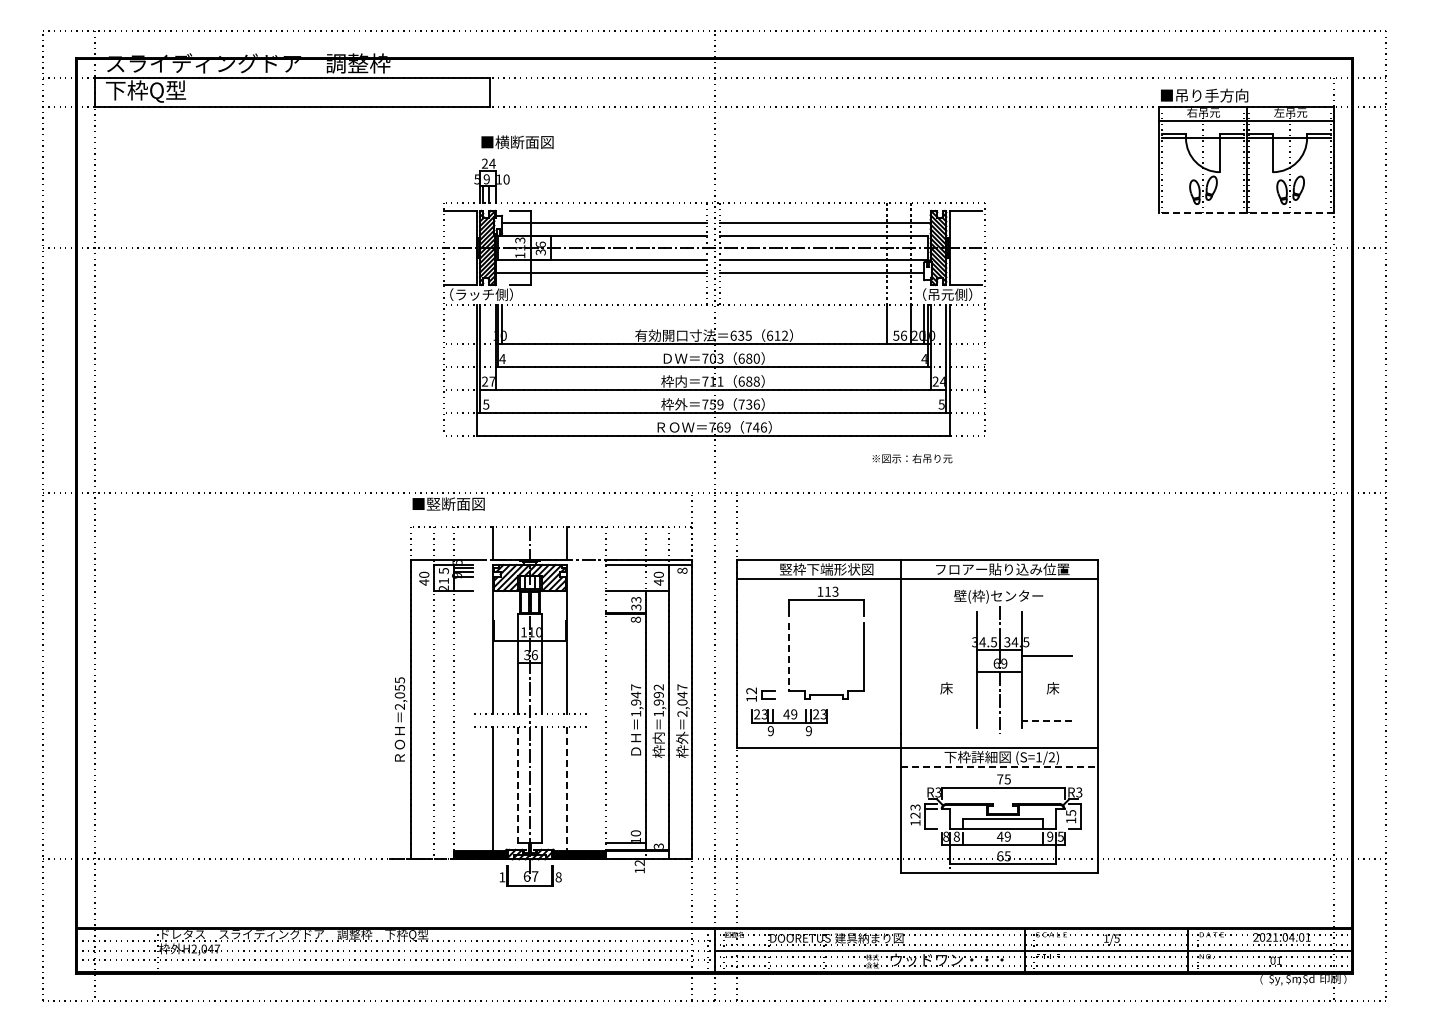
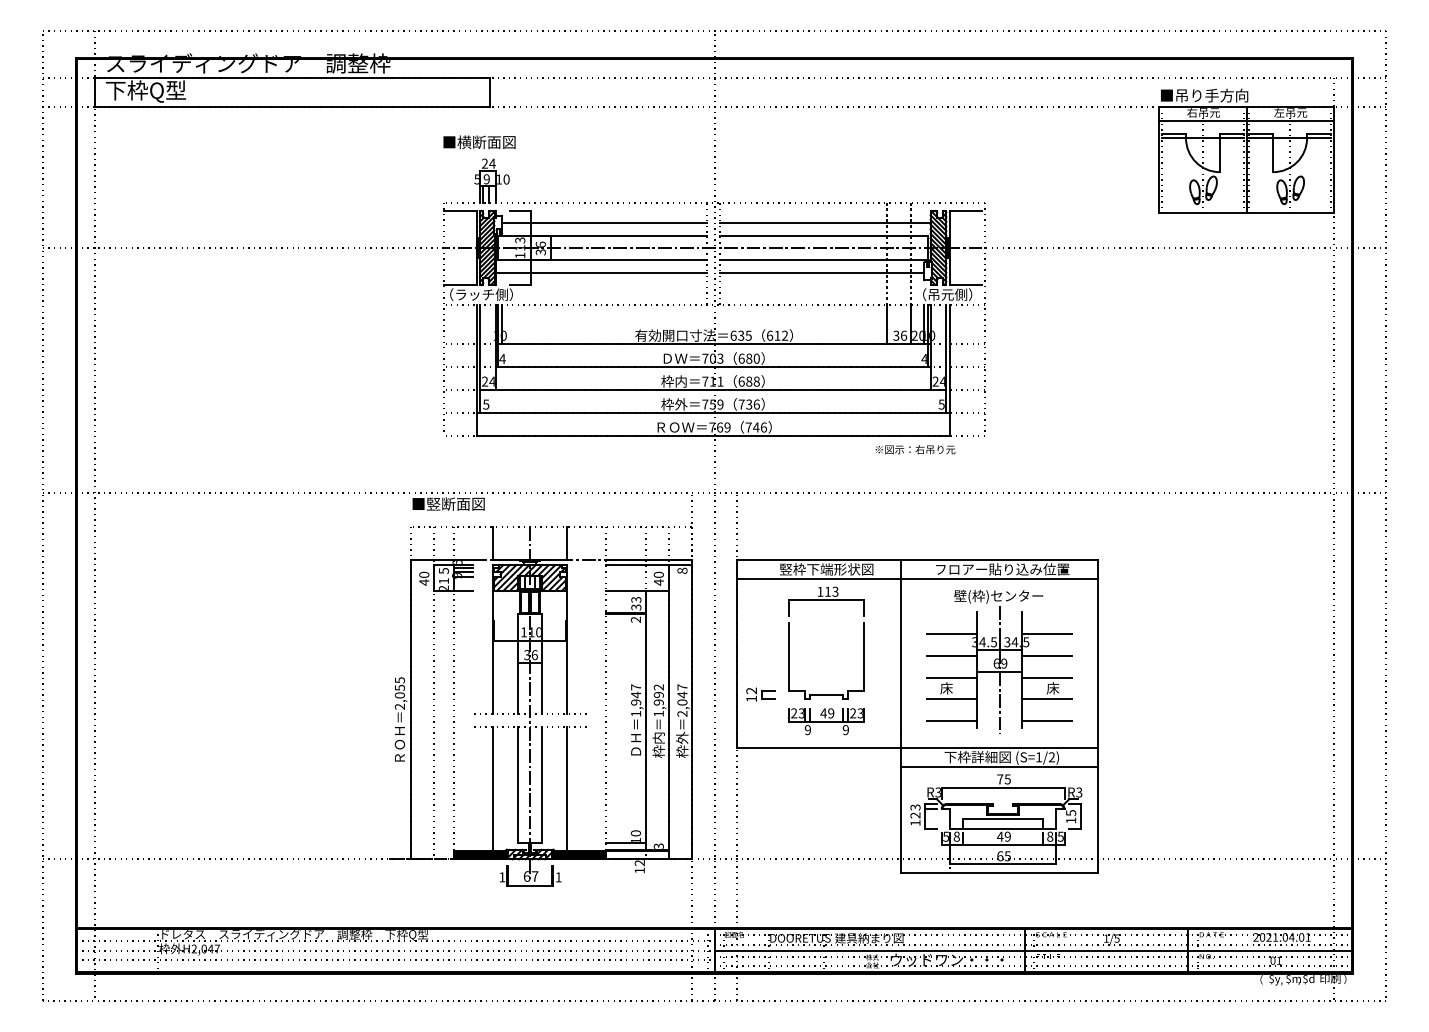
text at (517, 142) position: (517, 142) -> (479, 142)
line at (1246, 212): dashed -> solid
text at (896, 334): 56 -> 36
text at (491, 381): 27 -> 24
text at (912, 458) position: (912, 458) -> (915, 449)
text at (635, 619): 8 -> 2
line at (951, 634): none -> present
line at (1046, 634): none -> present
line at (951, 655): none -> present
line at (789, 656): dashed -> solid
line at (951, 677): none -> present
line at (1046, 677): none -> present
line at (951, 699): none -> present
line at (1046, 699): none -> present
line at (951, 721): none -> present
line at (1046, 721): dashed -> solid
part at (789, 722) position: (789, 722) -> (826, 721)
line at (1000, 767): dashed -> solid
line at (518, 785): dashed -> solid
line at (567, 789): dashed -> solid
text at (945, 836): 8 -> 5
text at (1050, 836): 9 -> 8
text at (558, 877): 8 -> 1
